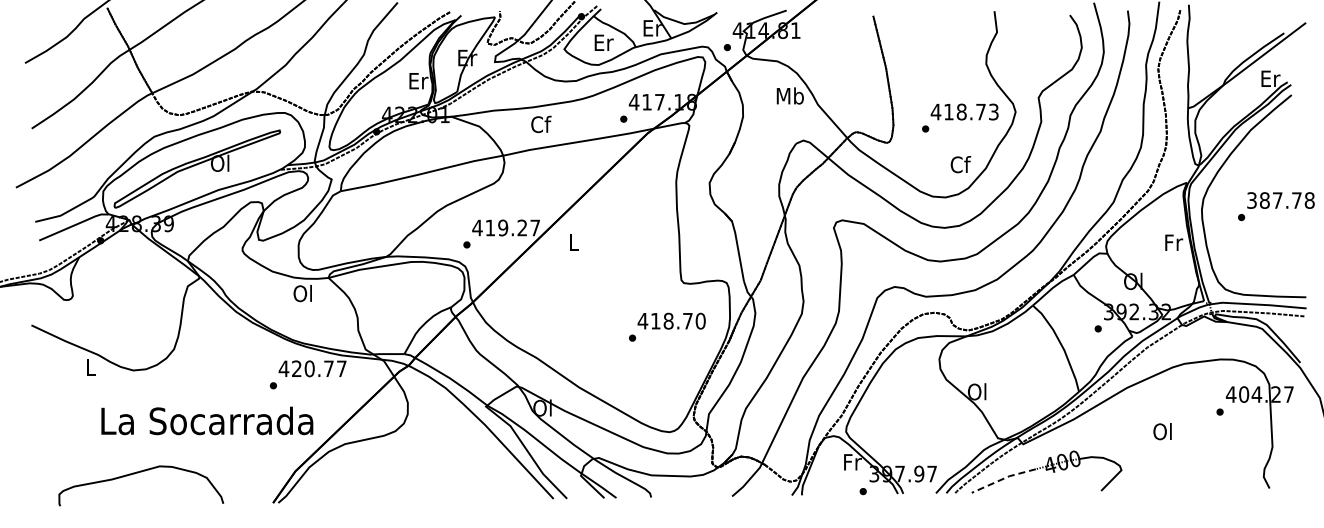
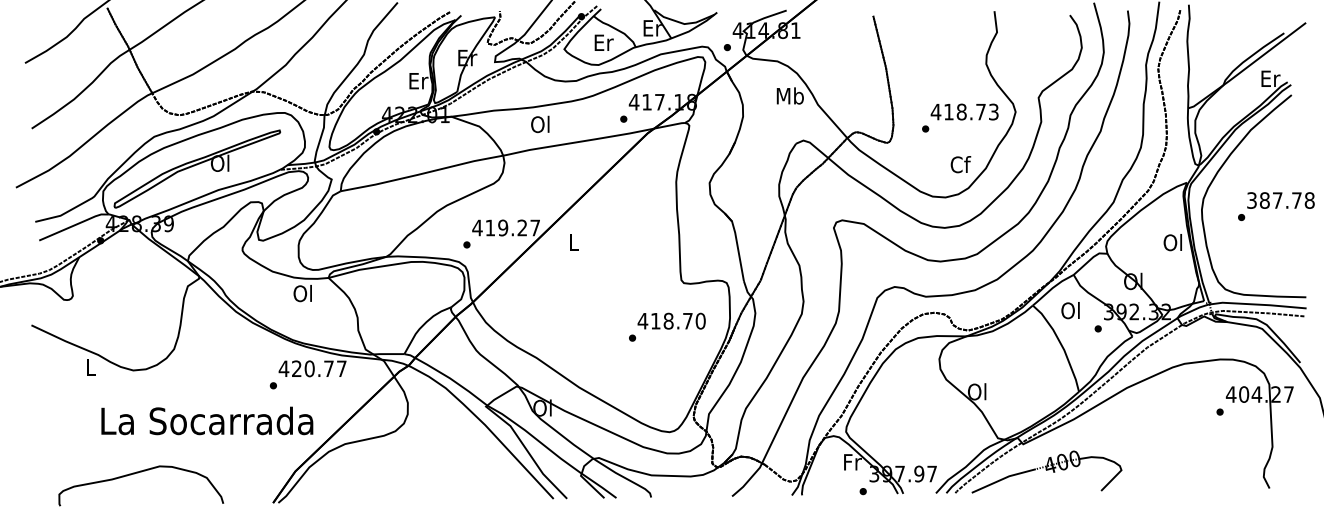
text at (541, 123): Cf -> Ol
text at (1173, 242): Fr -> Ol
text at (1162, 431) position: (1162, 431) -> (1070, 310)
line at (1003, 478): dashed -> solid
